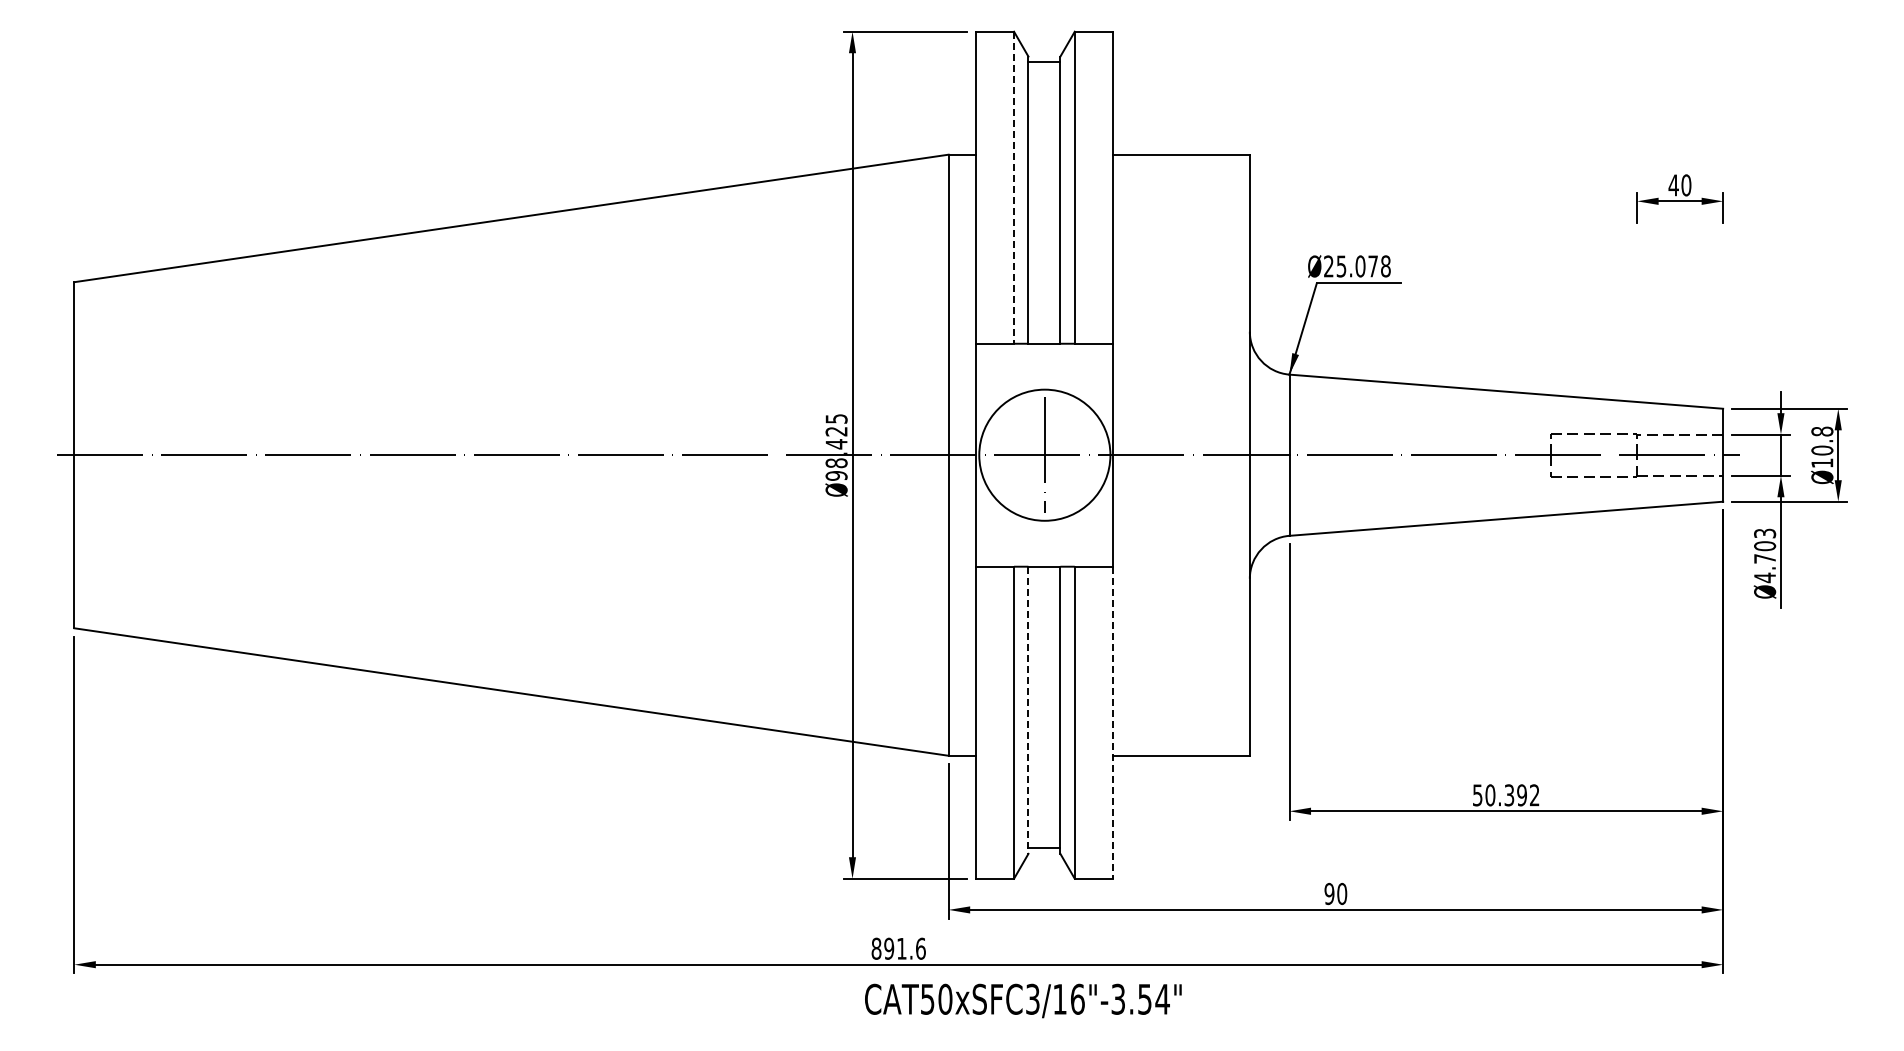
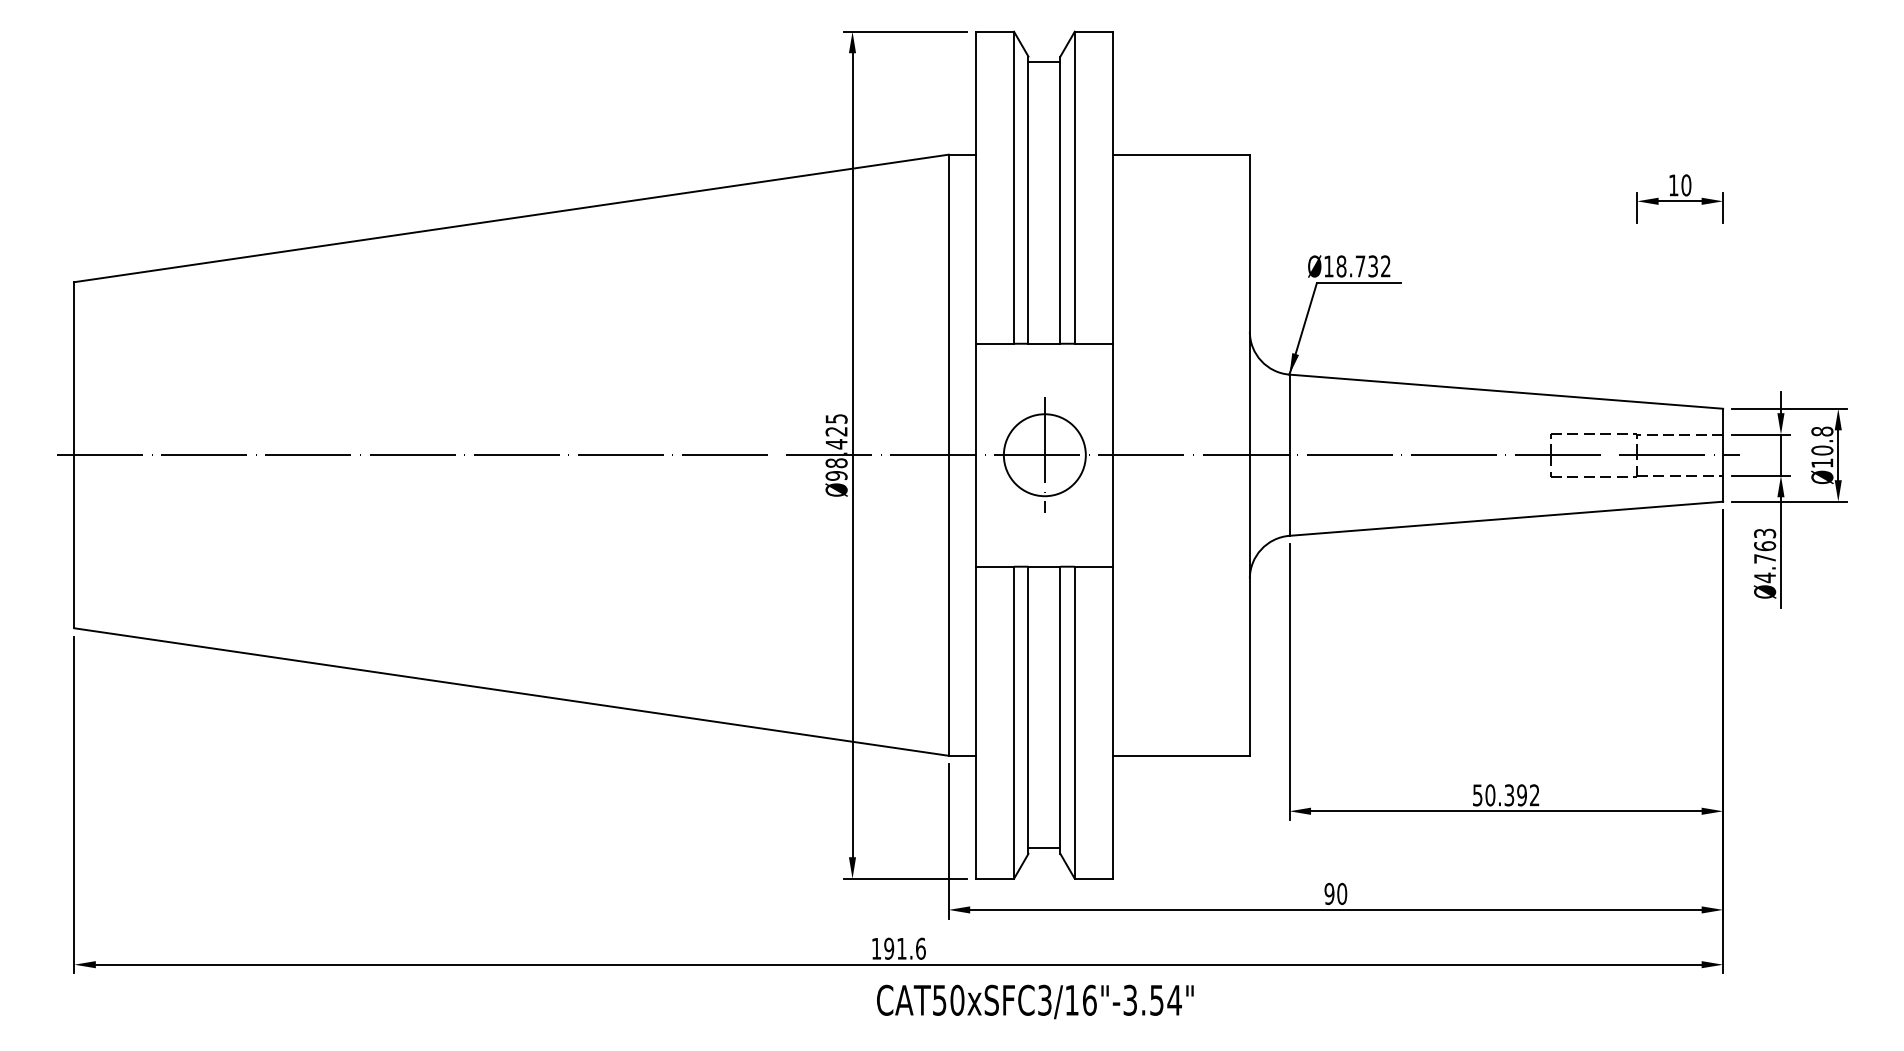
text at (1673, 185): 40 -> 10
line at (1014, 188): dashed -> solid
text at (1357, 266): Ø25.078 -> Ø18.732
circle at (1044, 454) diameter: 131 px -> 82 px
text at (1764, 546): Ø4.703 -> Ø4.763
line at (1028, 710): dashed -> solid
line at (1112, 723): dashed -> solid
text at (876, 948): 891.6 -> 191.6
text at (1023, 1000) position: (1023, 1000) -> (1035, 1001)
